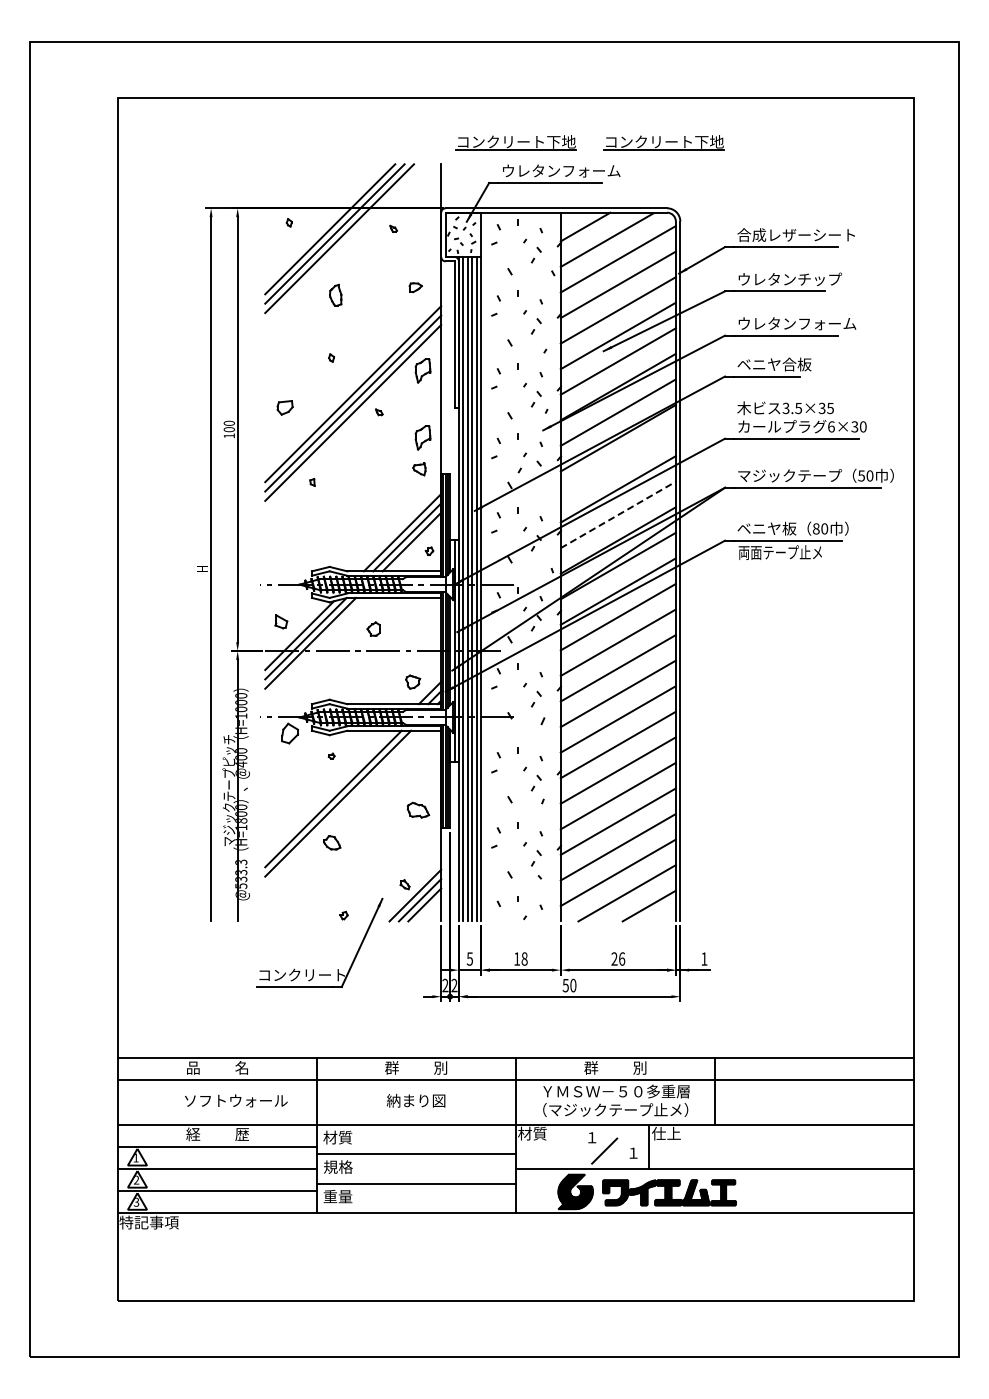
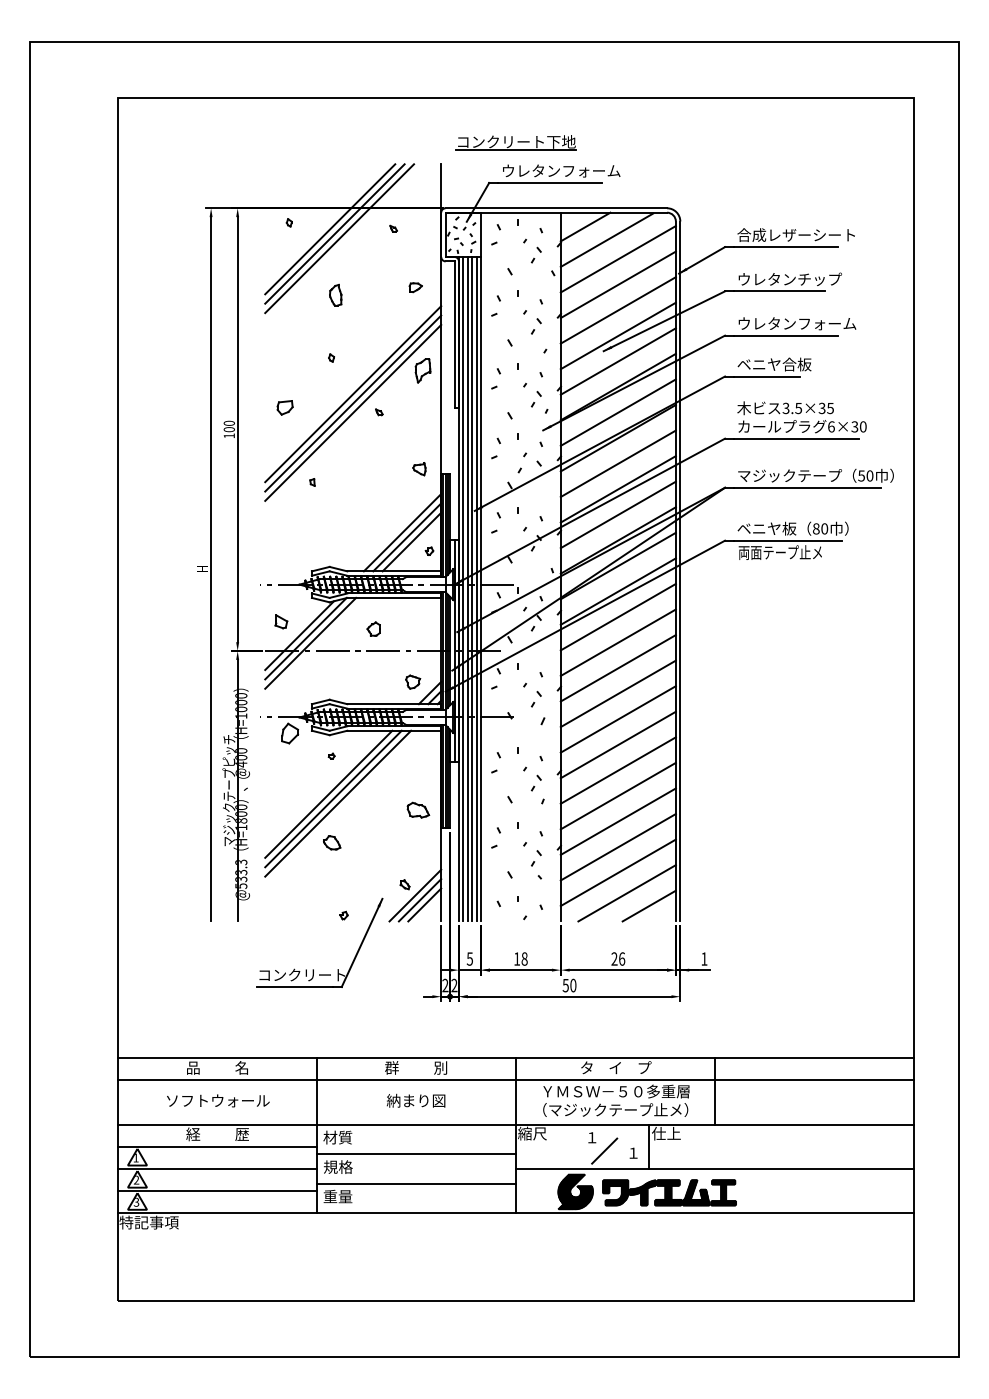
part at (663, 142): present -> none
part at (422, 437): present -> none
line at (617, 463): none -> present
line at (618, 514): dashed -> solid
line at (328, 793): none -> present
text at (616, 1067): 群          別 -> タ    イ    プ
text at (236, 1100) position: (236, 1100) -> (218, 1100)
text at (532, 1133): 材質 -> 縮尺
